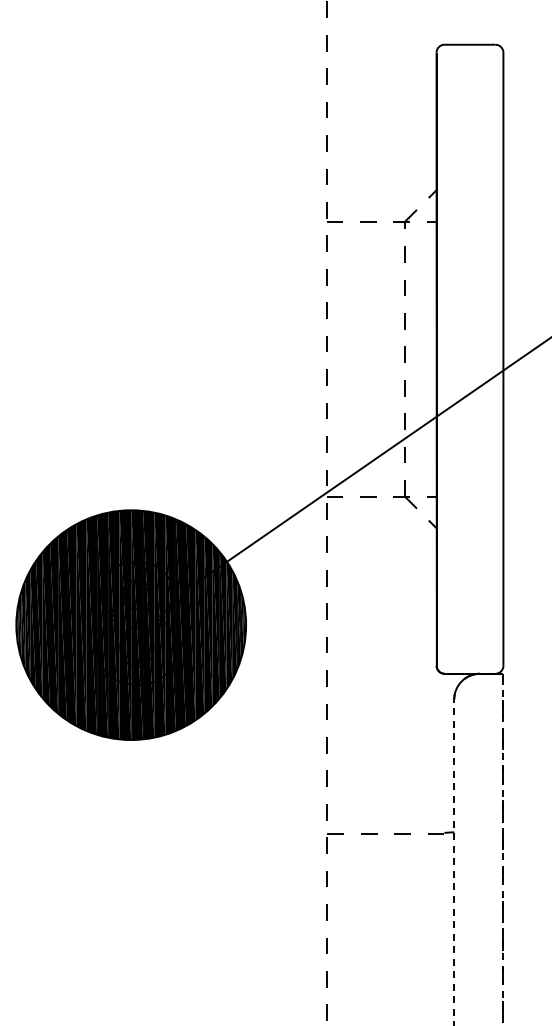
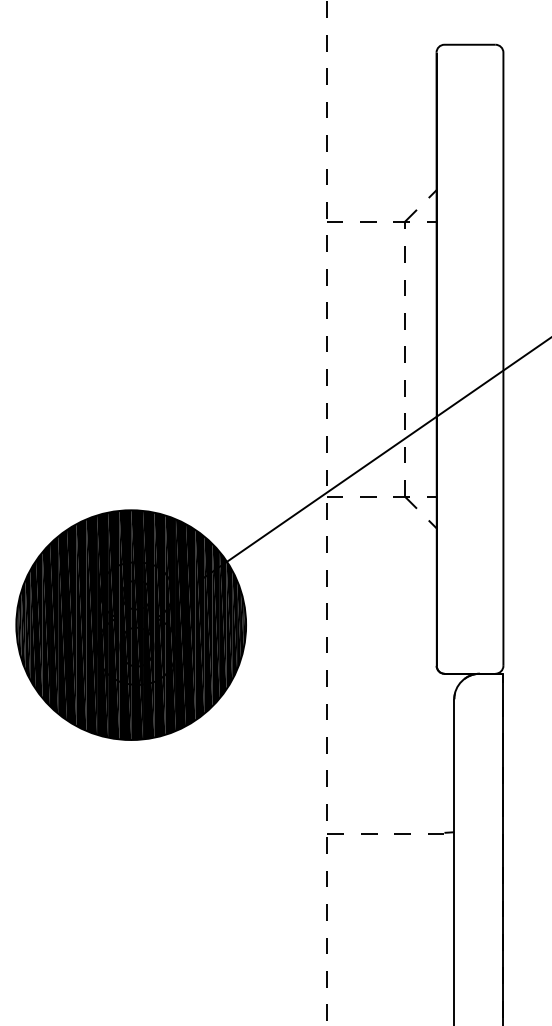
line at (503, 836): dashed -> solid
line at (454, 861): dashed -> solid
